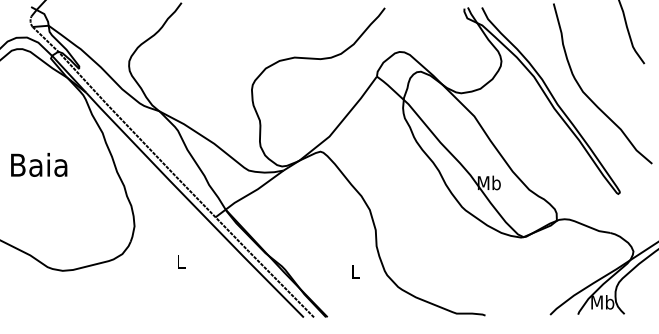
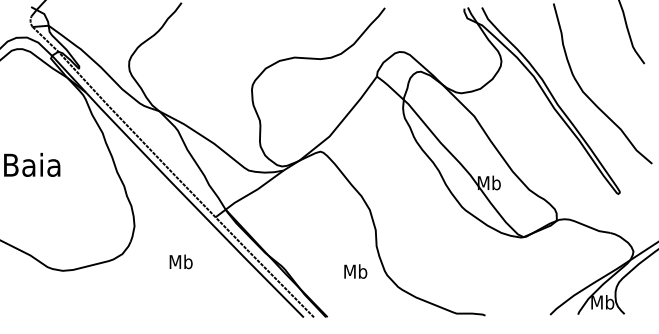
text at (39, 164) position: (39, 164) -> (32, 164)
text at (180, 261): L -> Mb
text at (355, 271): L -> Mb
